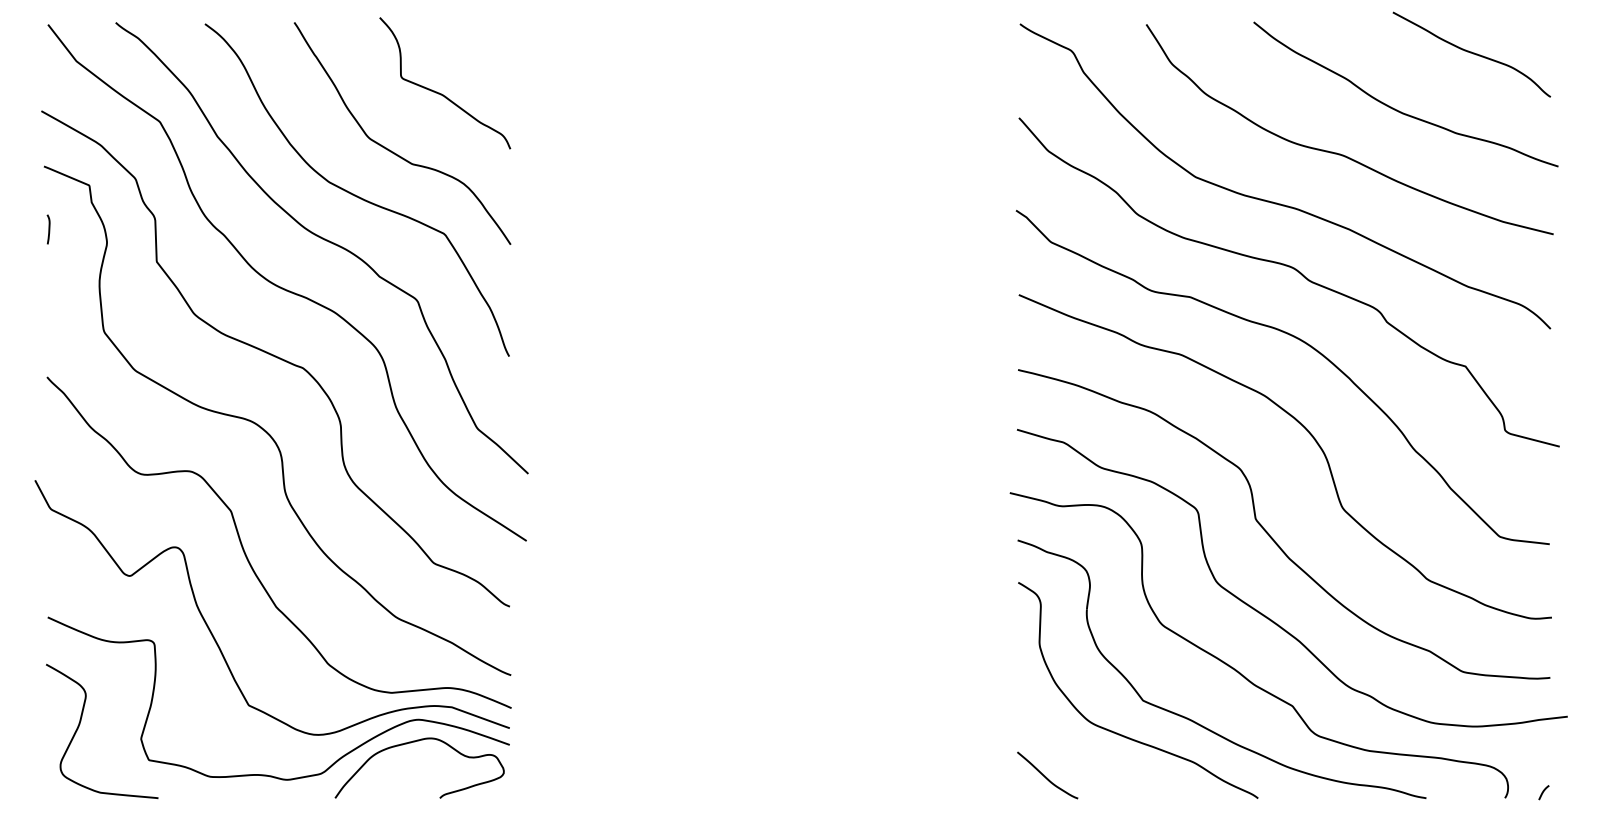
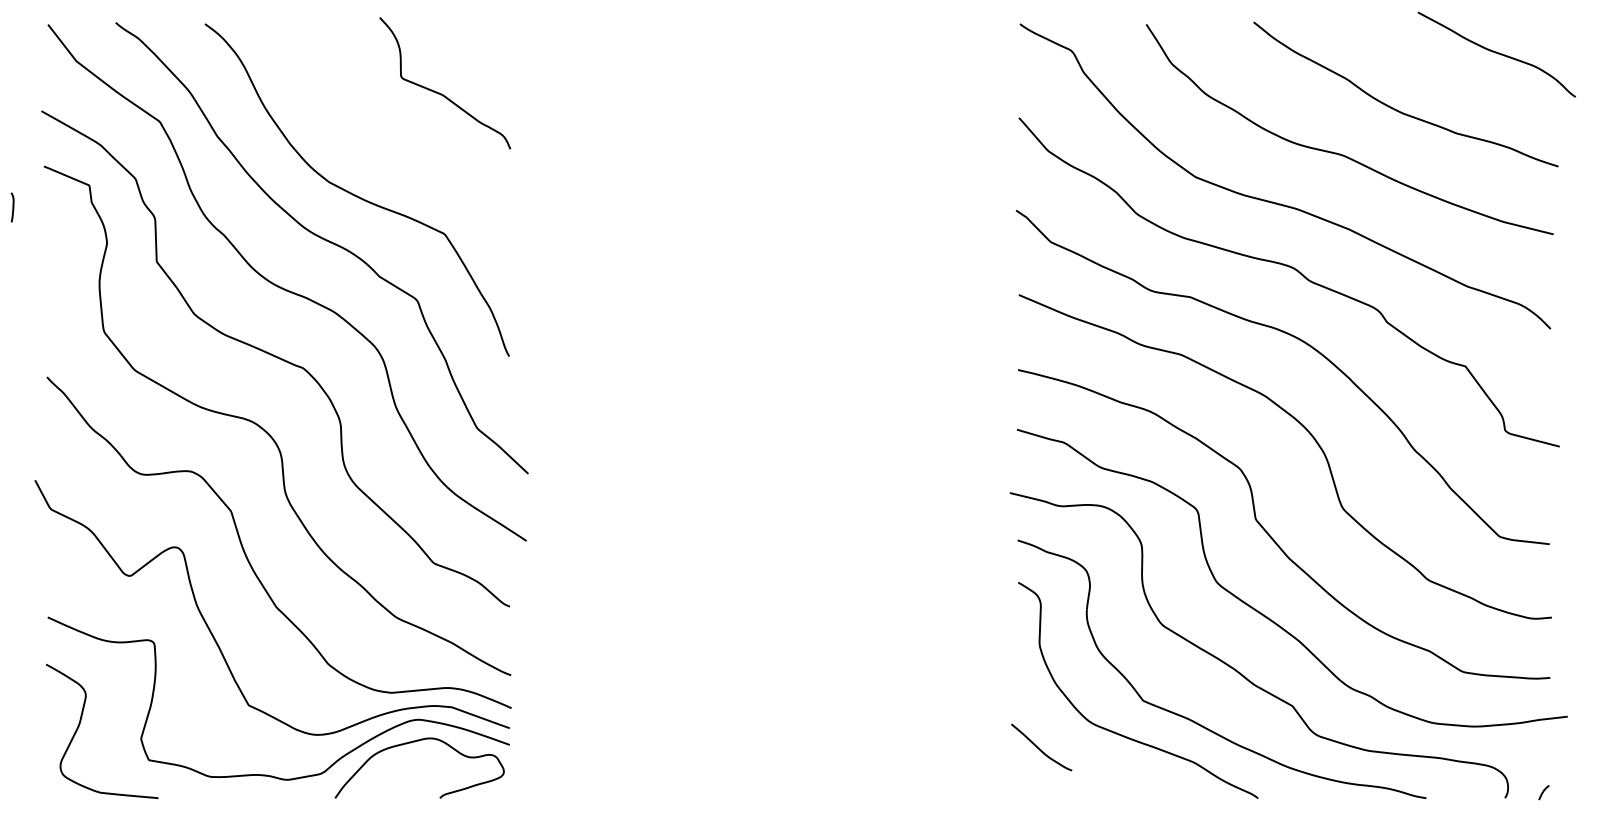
curve at (1471, 53) position: (1471, 53) -> (1496, 53)
curve at (393, 151): present -> none
curve at (48, 229) position: (48, 229) -> (12, 207)
curve at (1046, 776) position: (1046, 776) -> (1040, 748)
